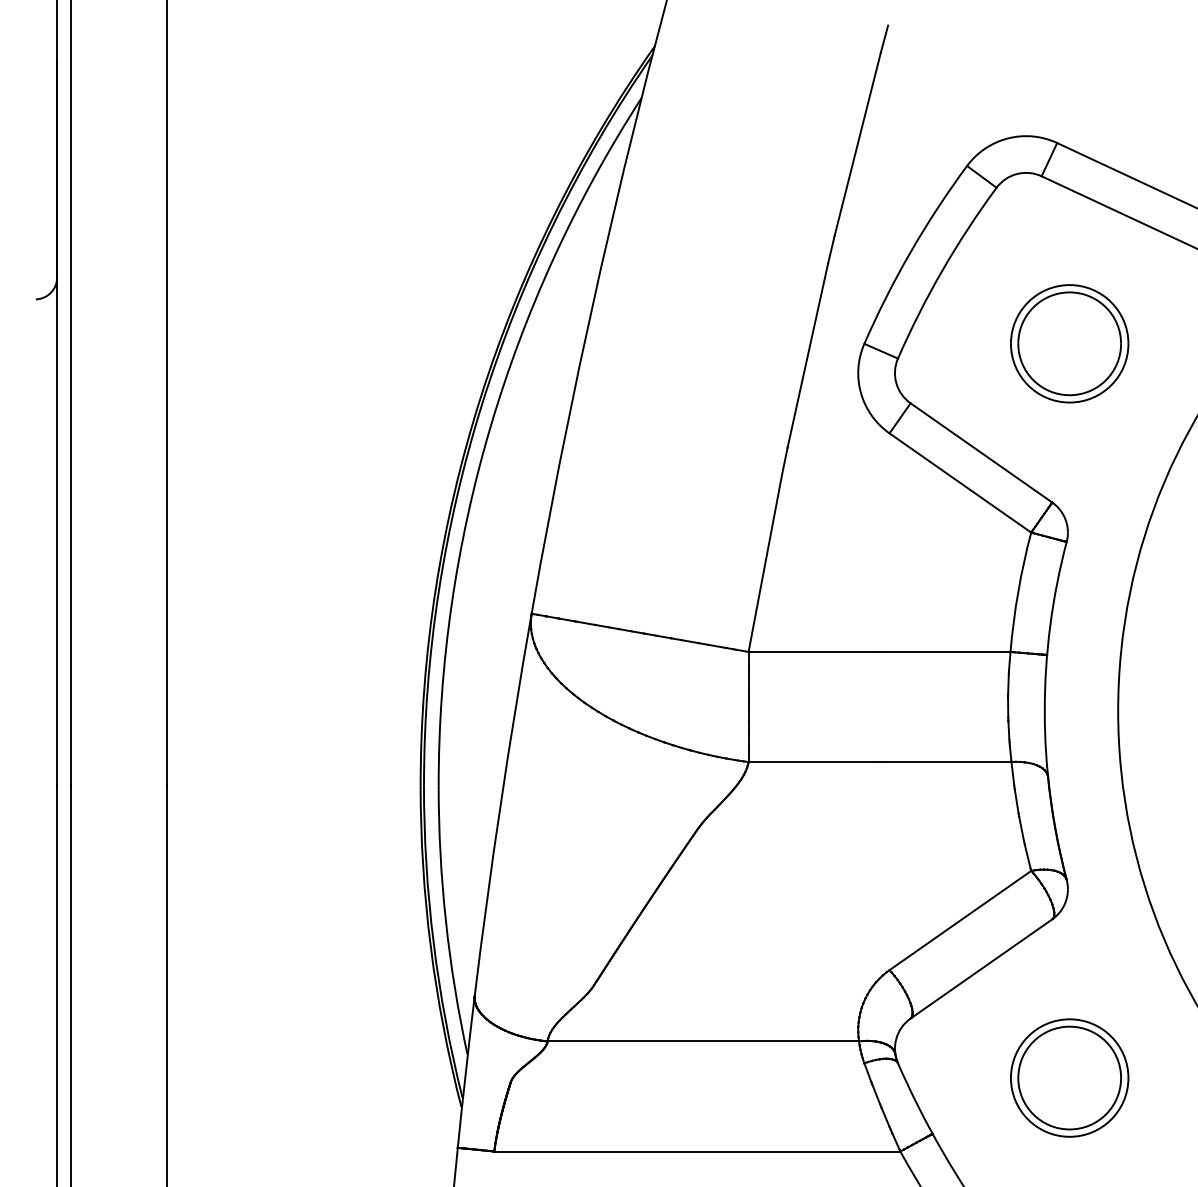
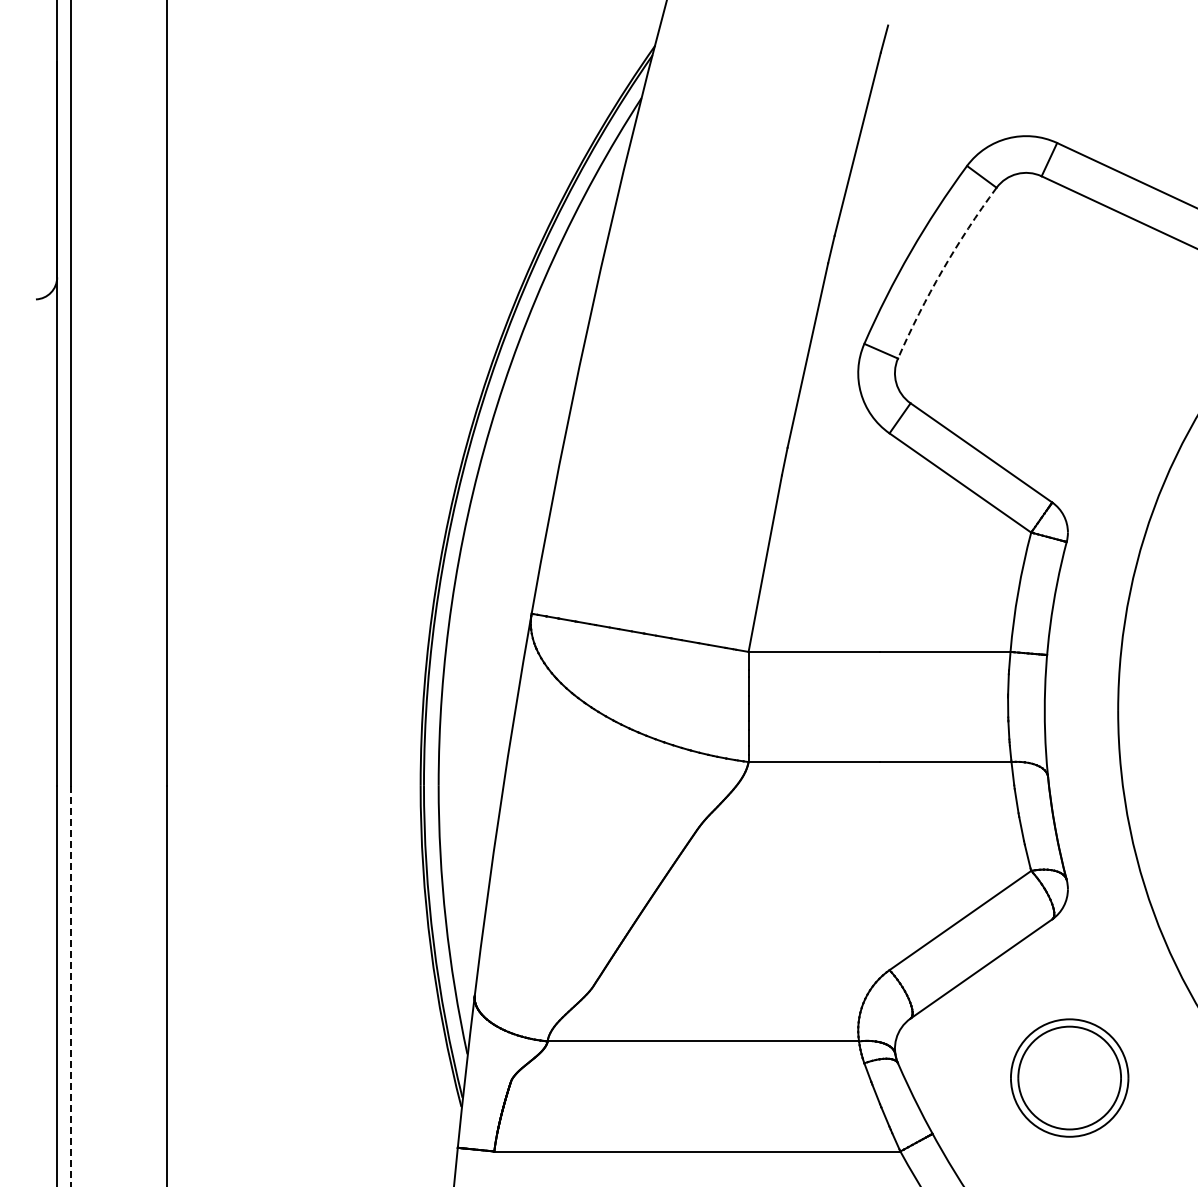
arc at (942, 270): solid -> dashed
part at (1069, 343): present -> none
line at (71, 986): solid -> dashed
